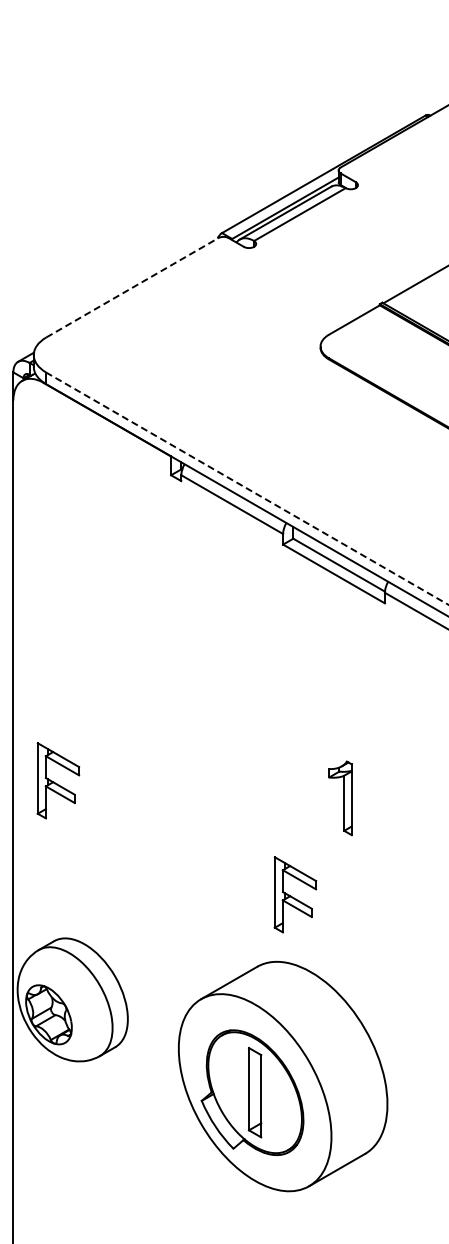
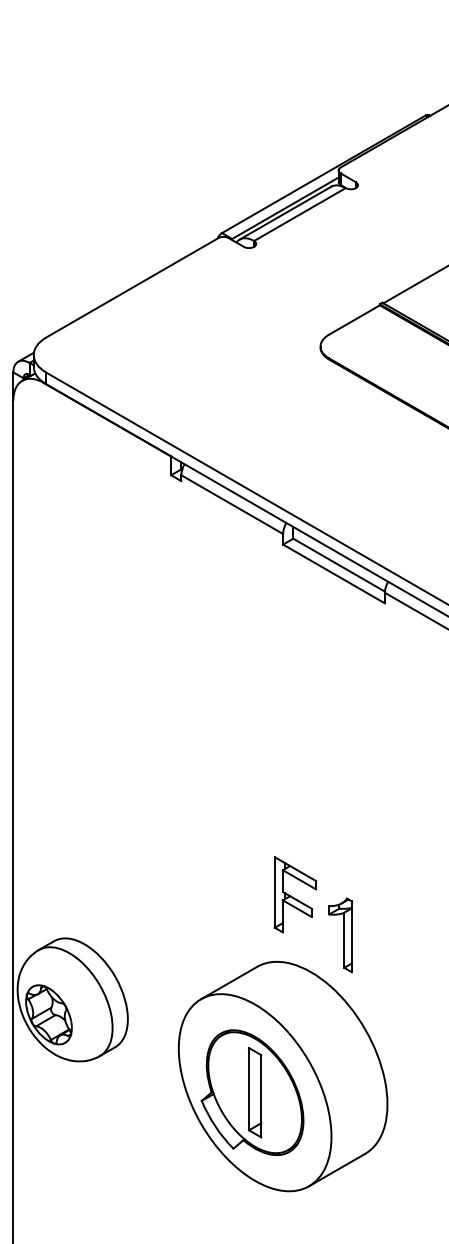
line at (132, 287): dashed -> solid
line at (247, 488): dashed -> solid
part at (58, 780): present -> none
part at (340, 798) position: (340, 798) -> (340, 935)
